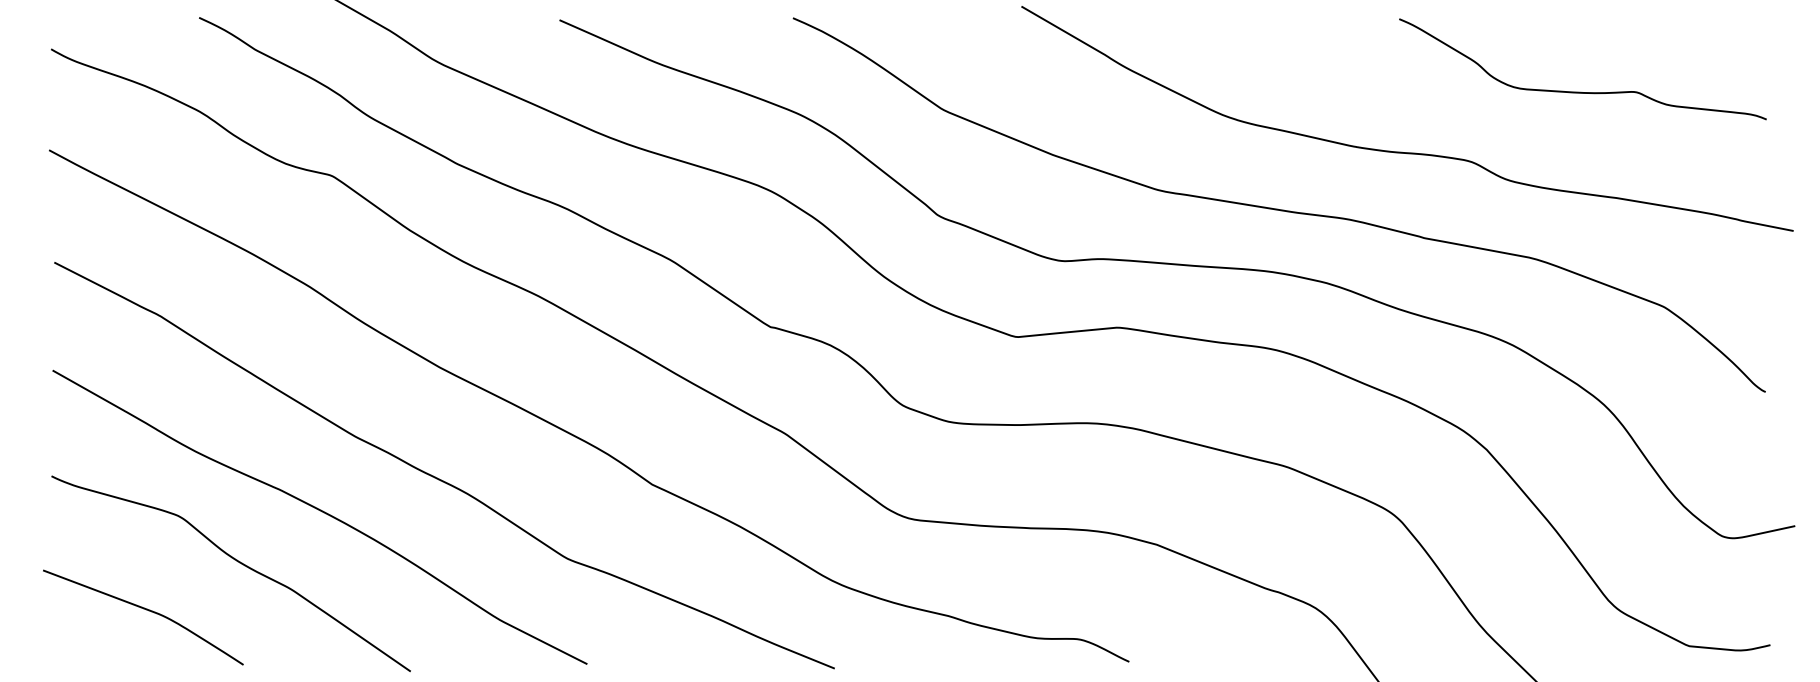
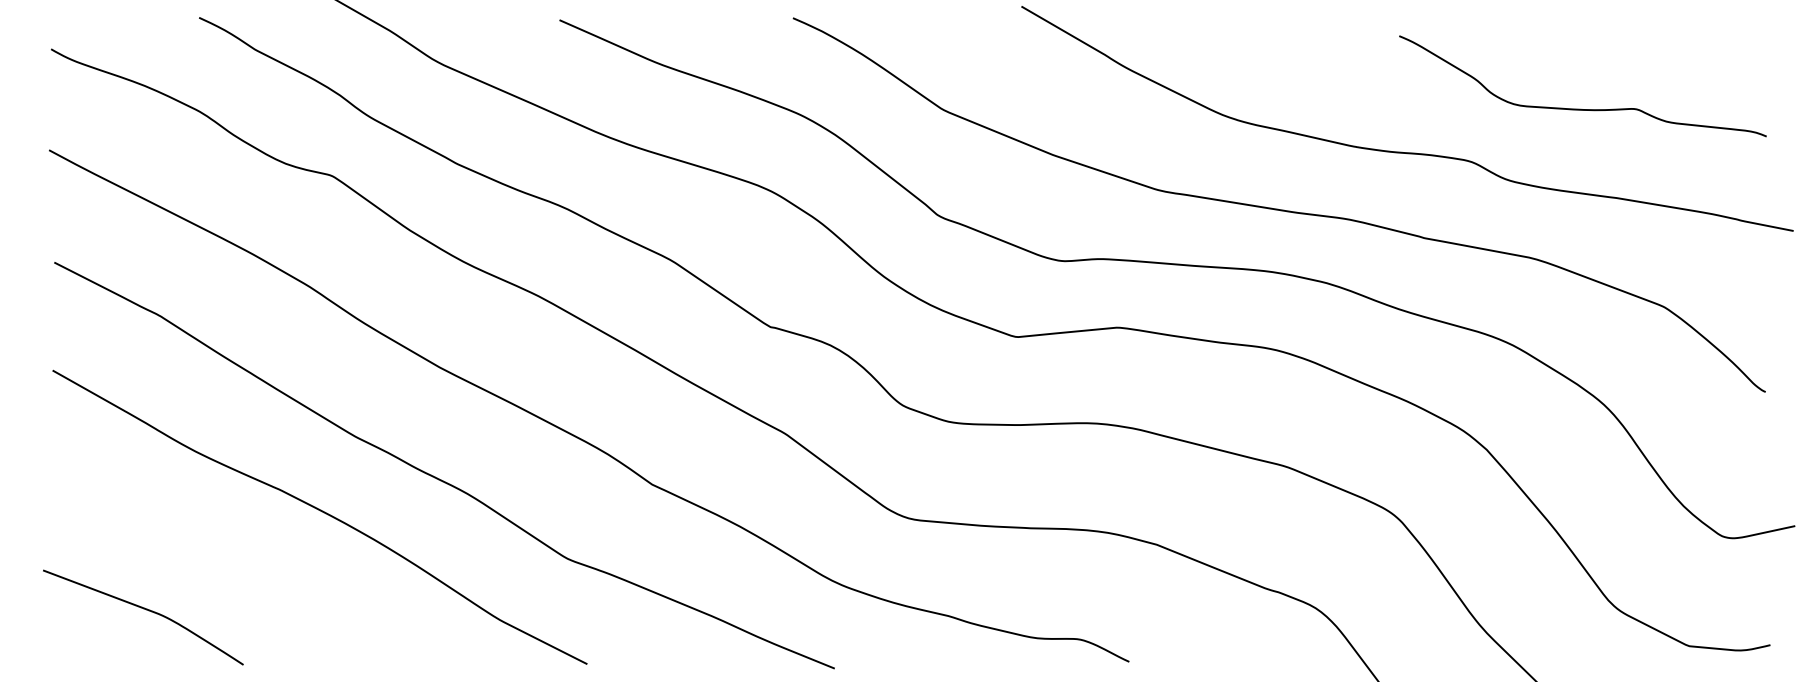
curve at (1581, 91) position: (1581, 91) -> (1581, 108)
curve at (236, 561): present -> none
